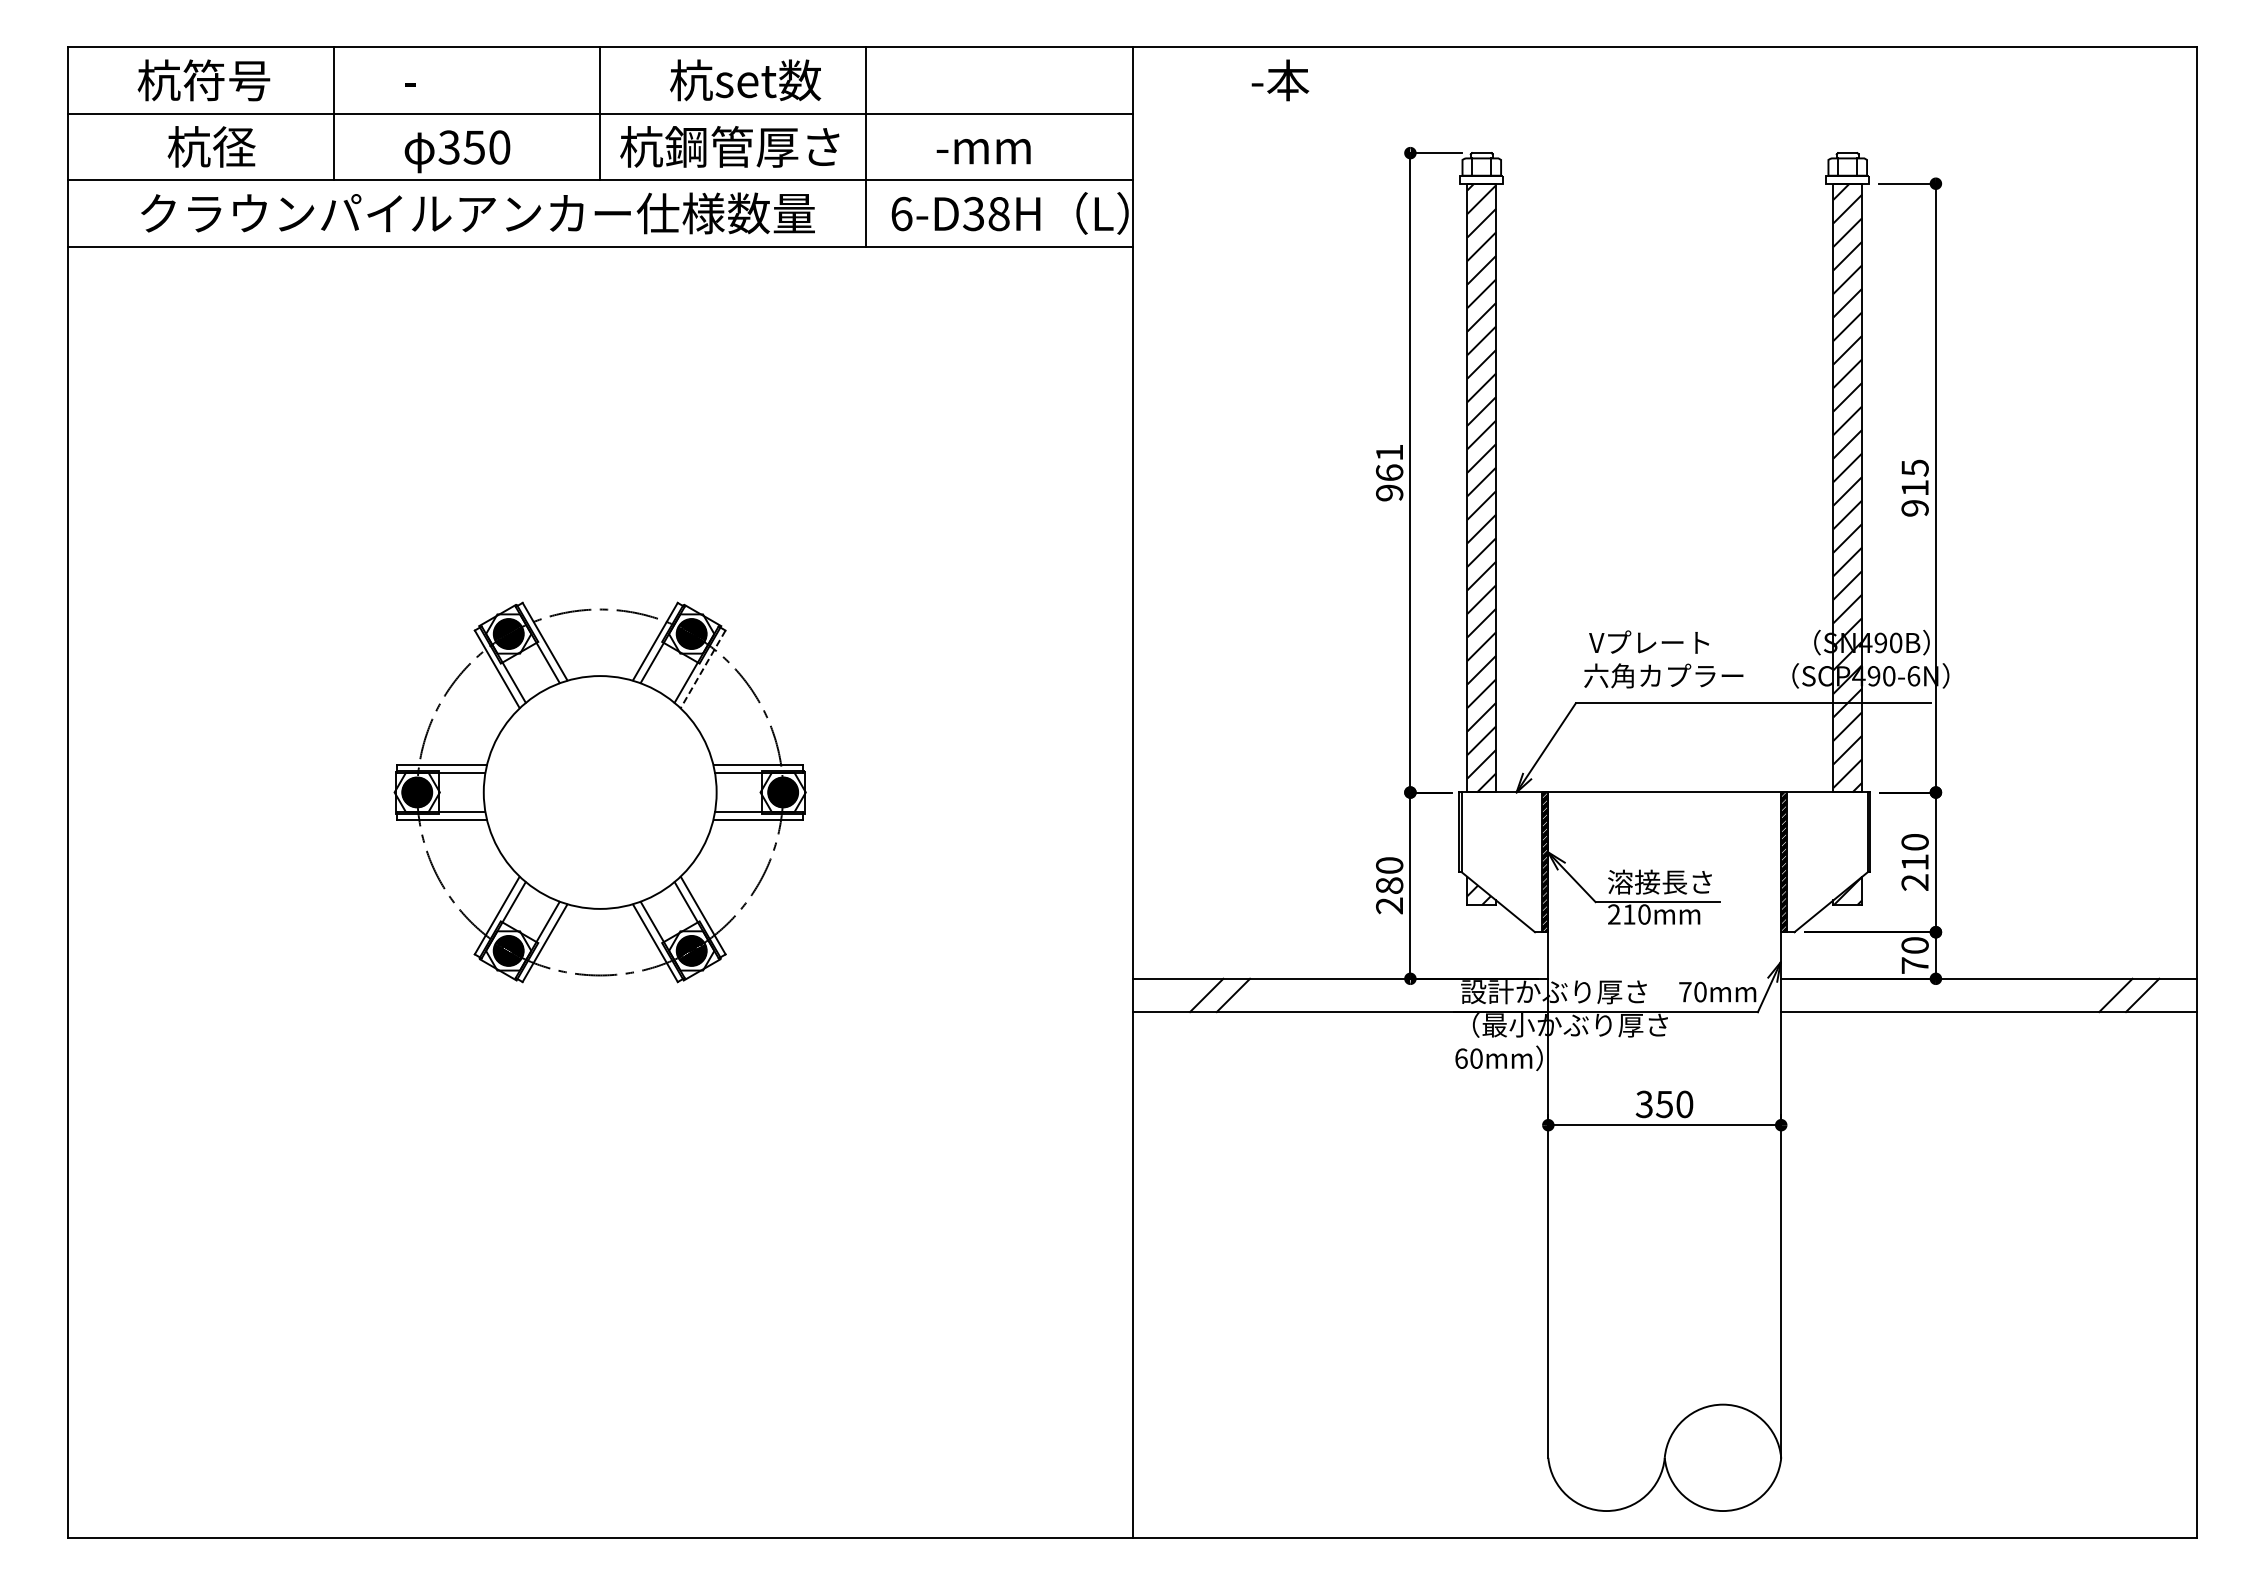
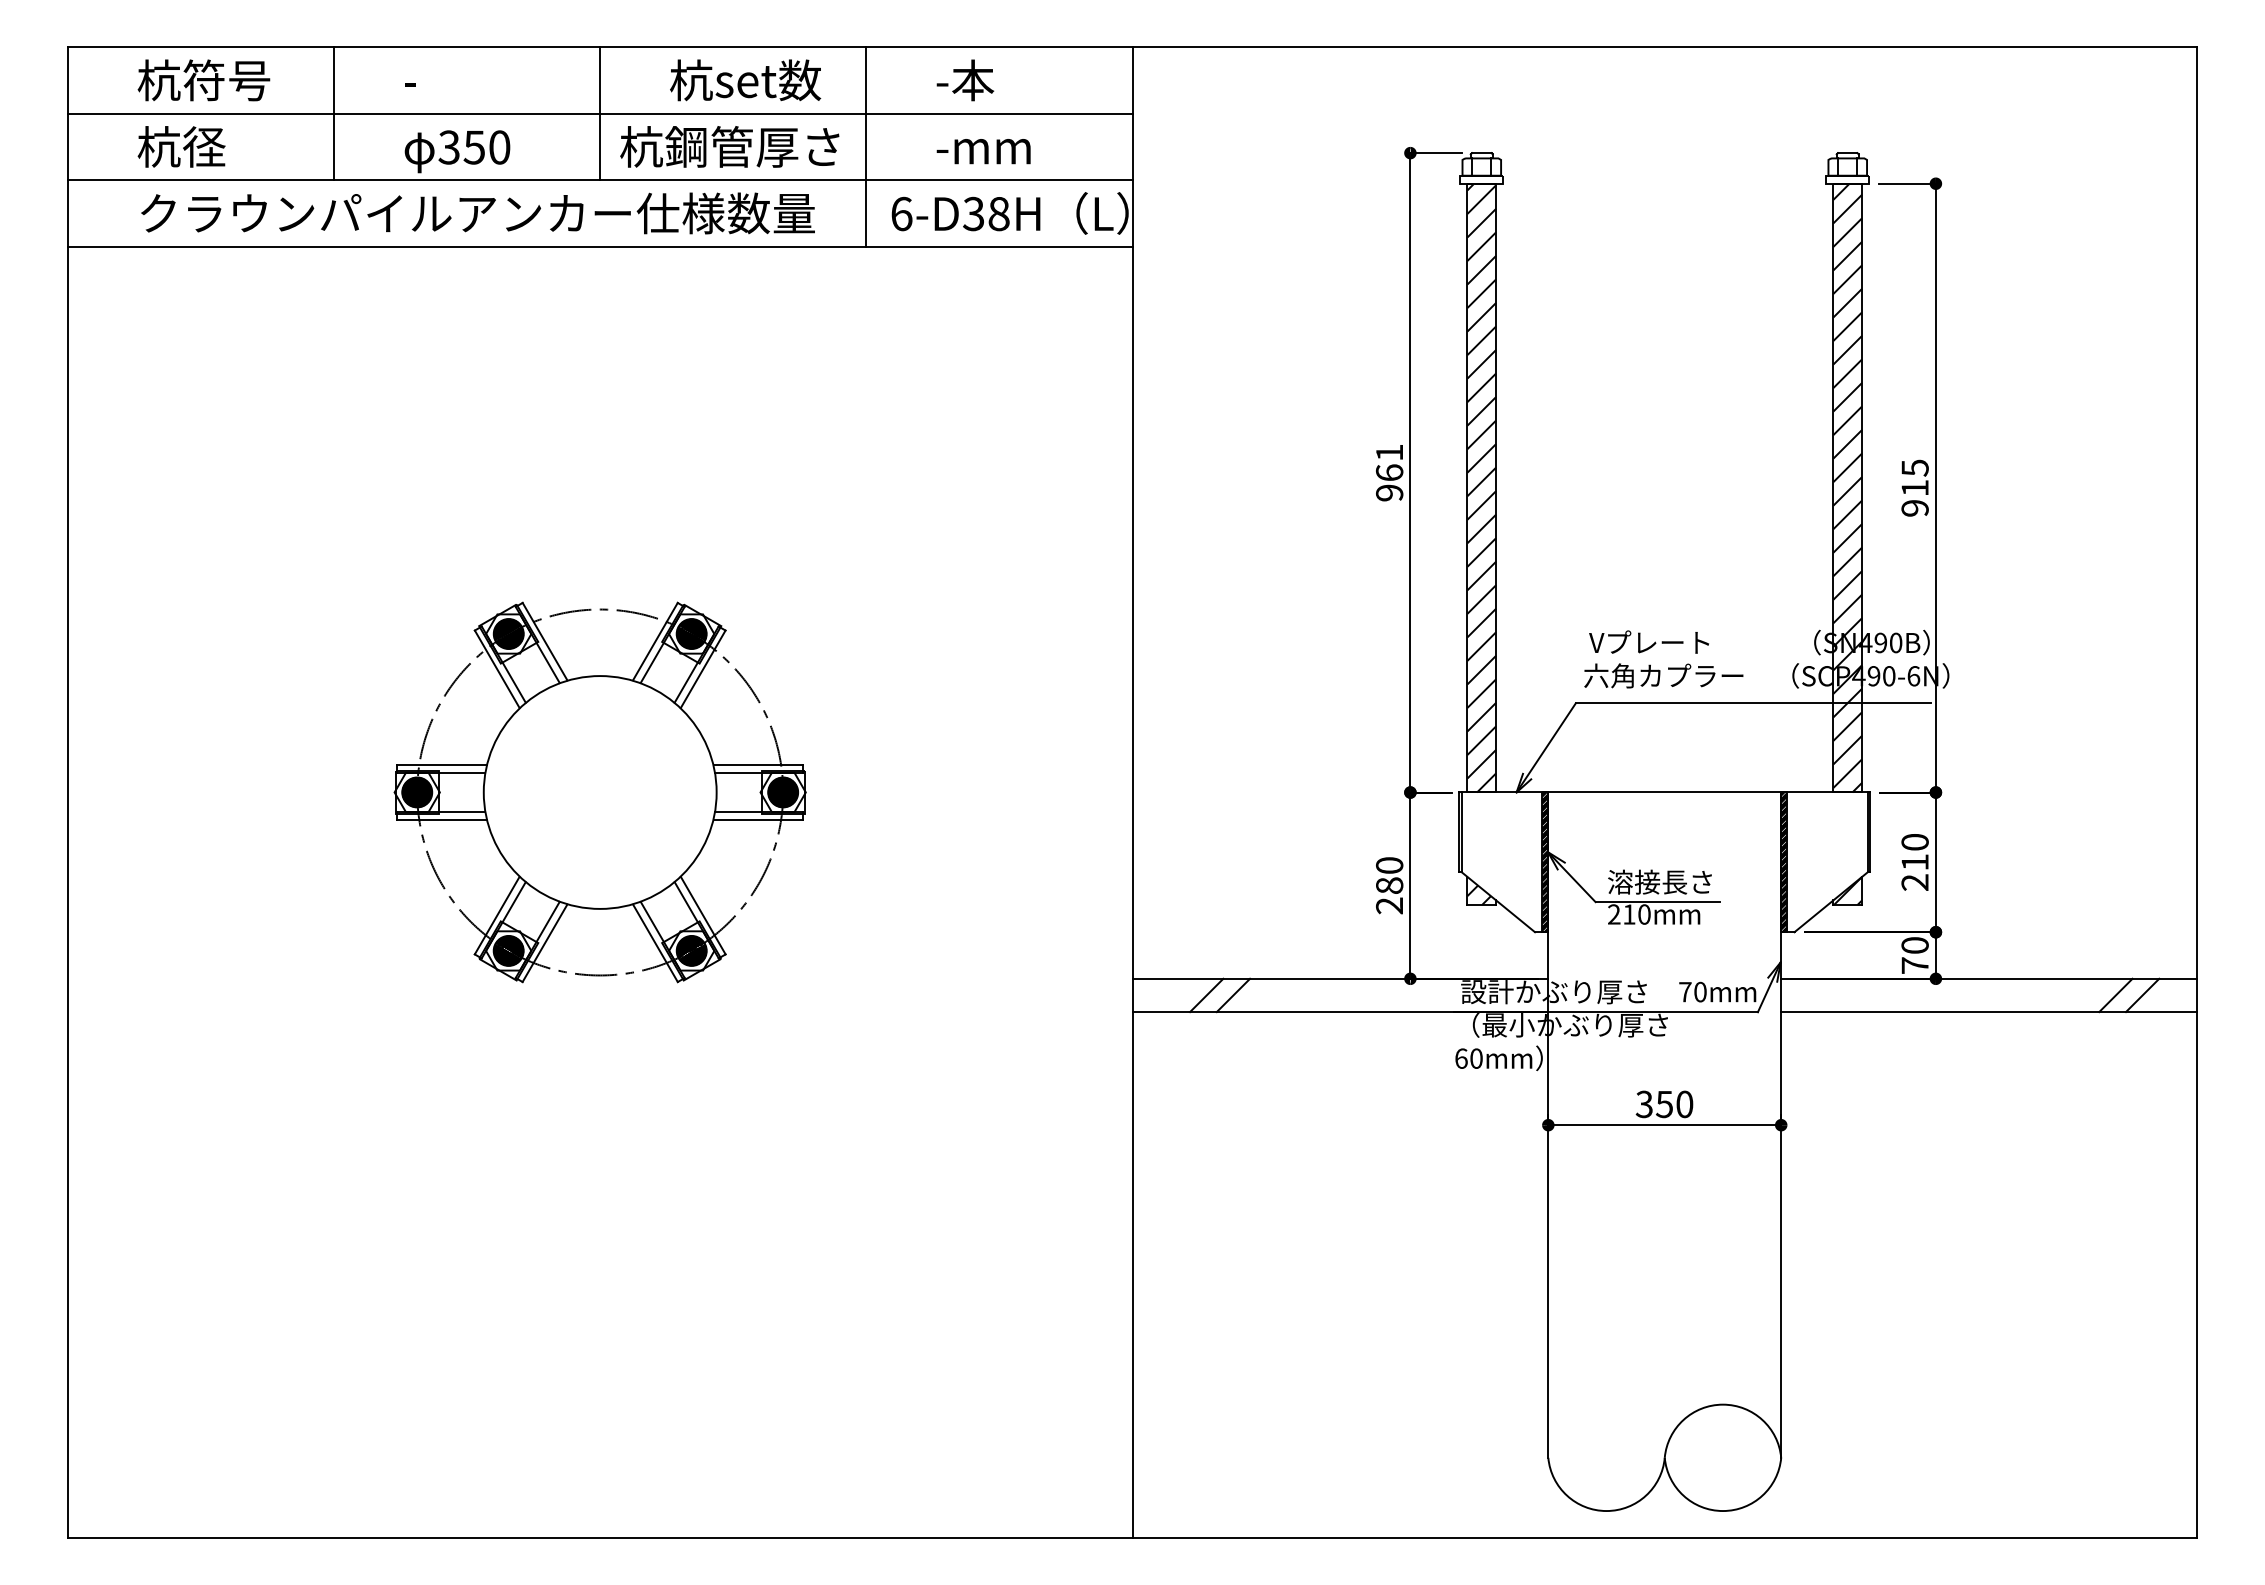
text at (1280, 80) position: (1280, 80) -> (965, 80)
text at (211, 146) position: (211, 146) -> (181, 146)
line at (703, 669): dashed -> solid
